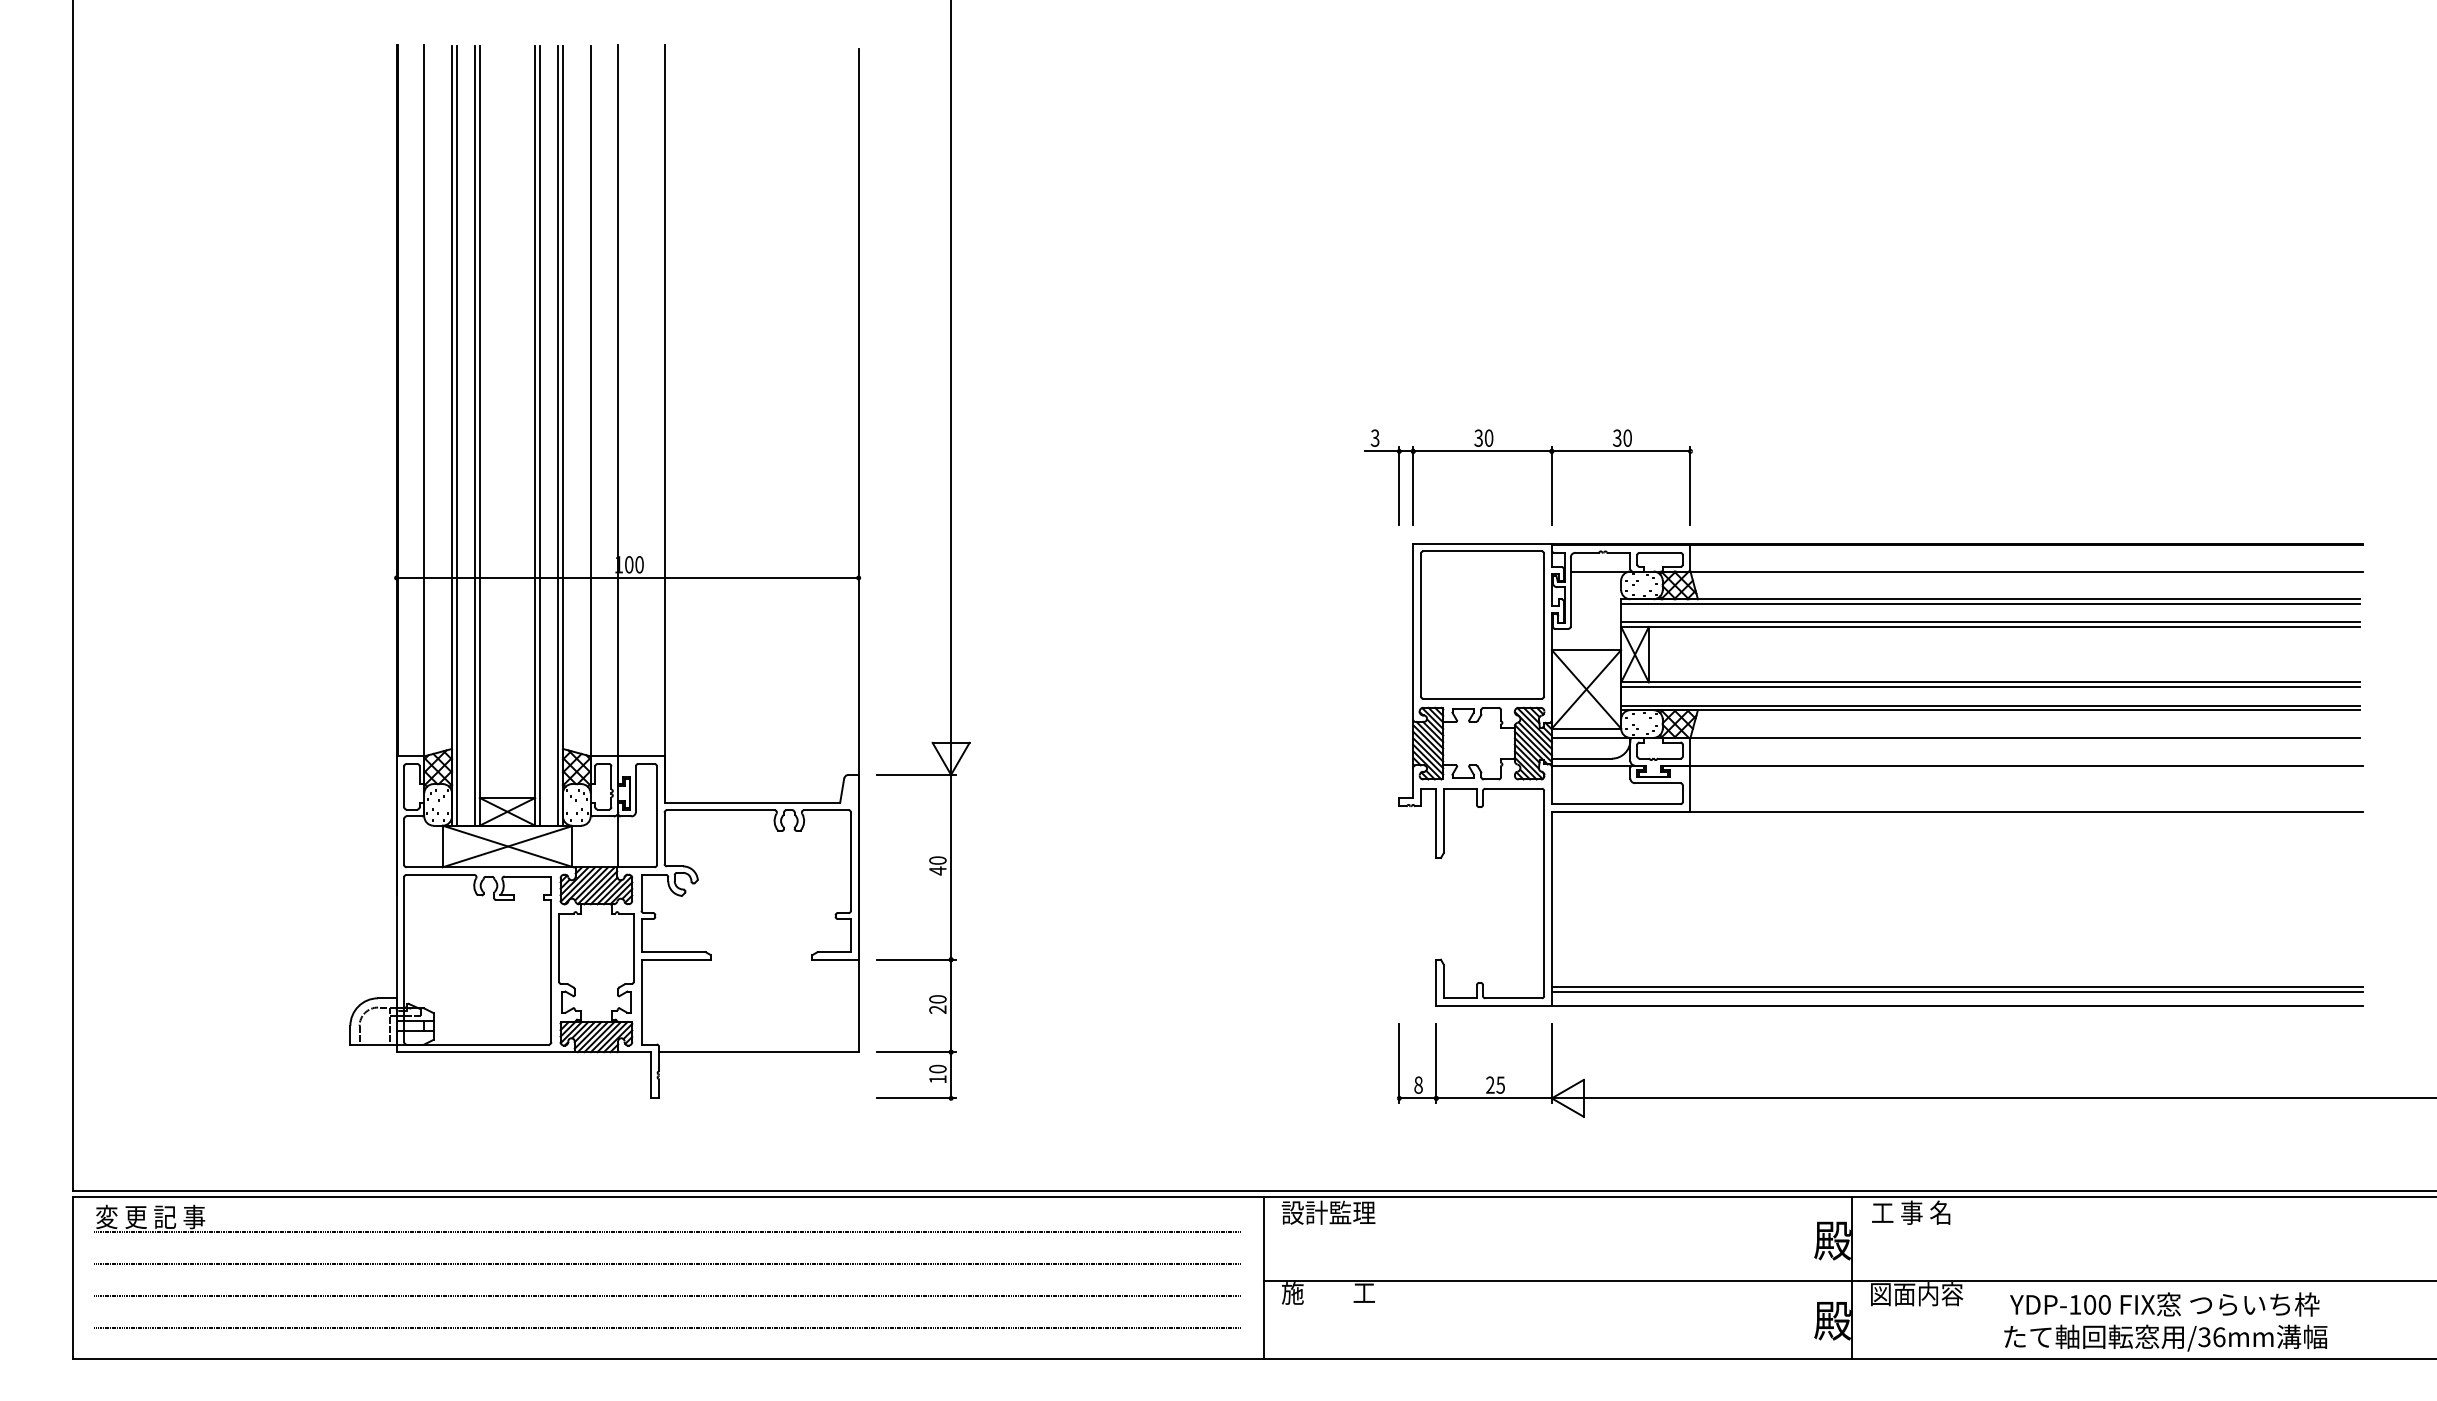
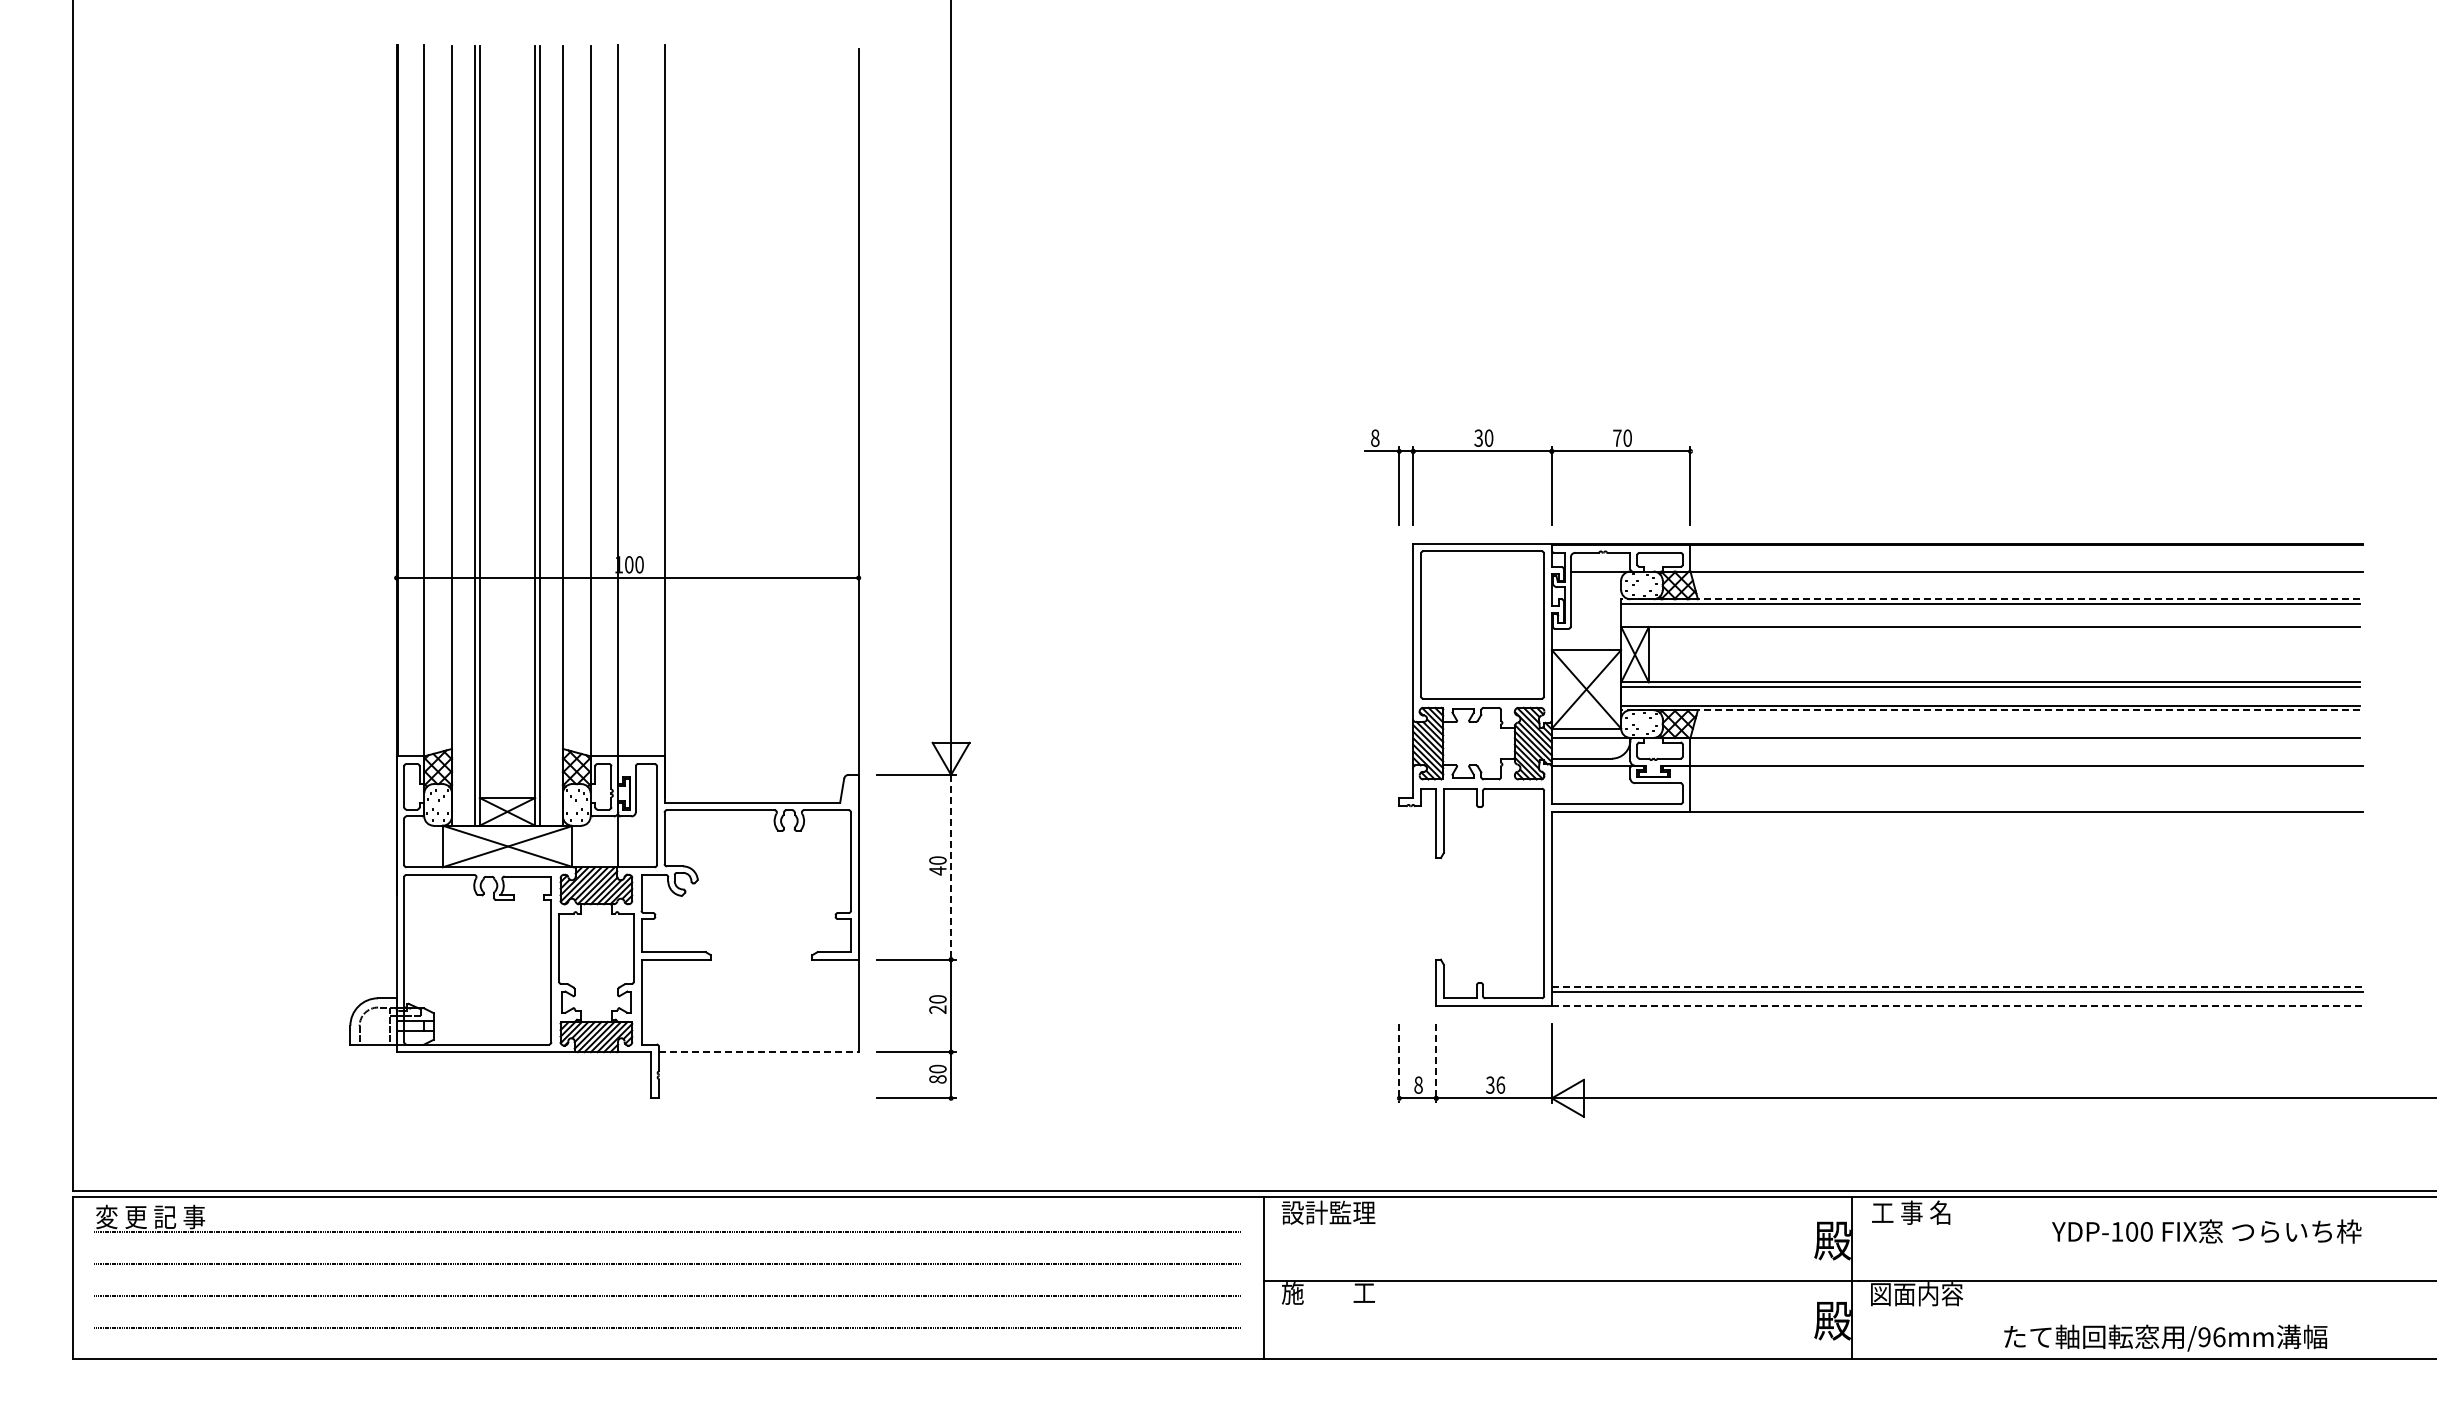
line at (456, 435): present -> none
line at (558, 435): present -> none
text at (1374, 437): 3 -> 8
text at (1617, 437): 30 -> 70
line at (1990, 599): solid -> dashed
line at (1990, 622): present -> none
line at (1990, 710): solid -> dashed
line at (951, 867): solid -> dashed
line at (1957, 987): solid -> dashed
line at (1957, 1005): solid -> dashed
line at (758, 1052): solid -> dashed
line at (1399, 1064): solid -> dashed
line at (1436, 1064): solid -> dashed
text at (937, 1079): 10 -> 80
text at (1495, 1084): 25 -> 36
text at (2164, 1304) position: (2164, 1304) -> (2206, 1231)
text at (2204, 1337): /36mm -> /96mm
